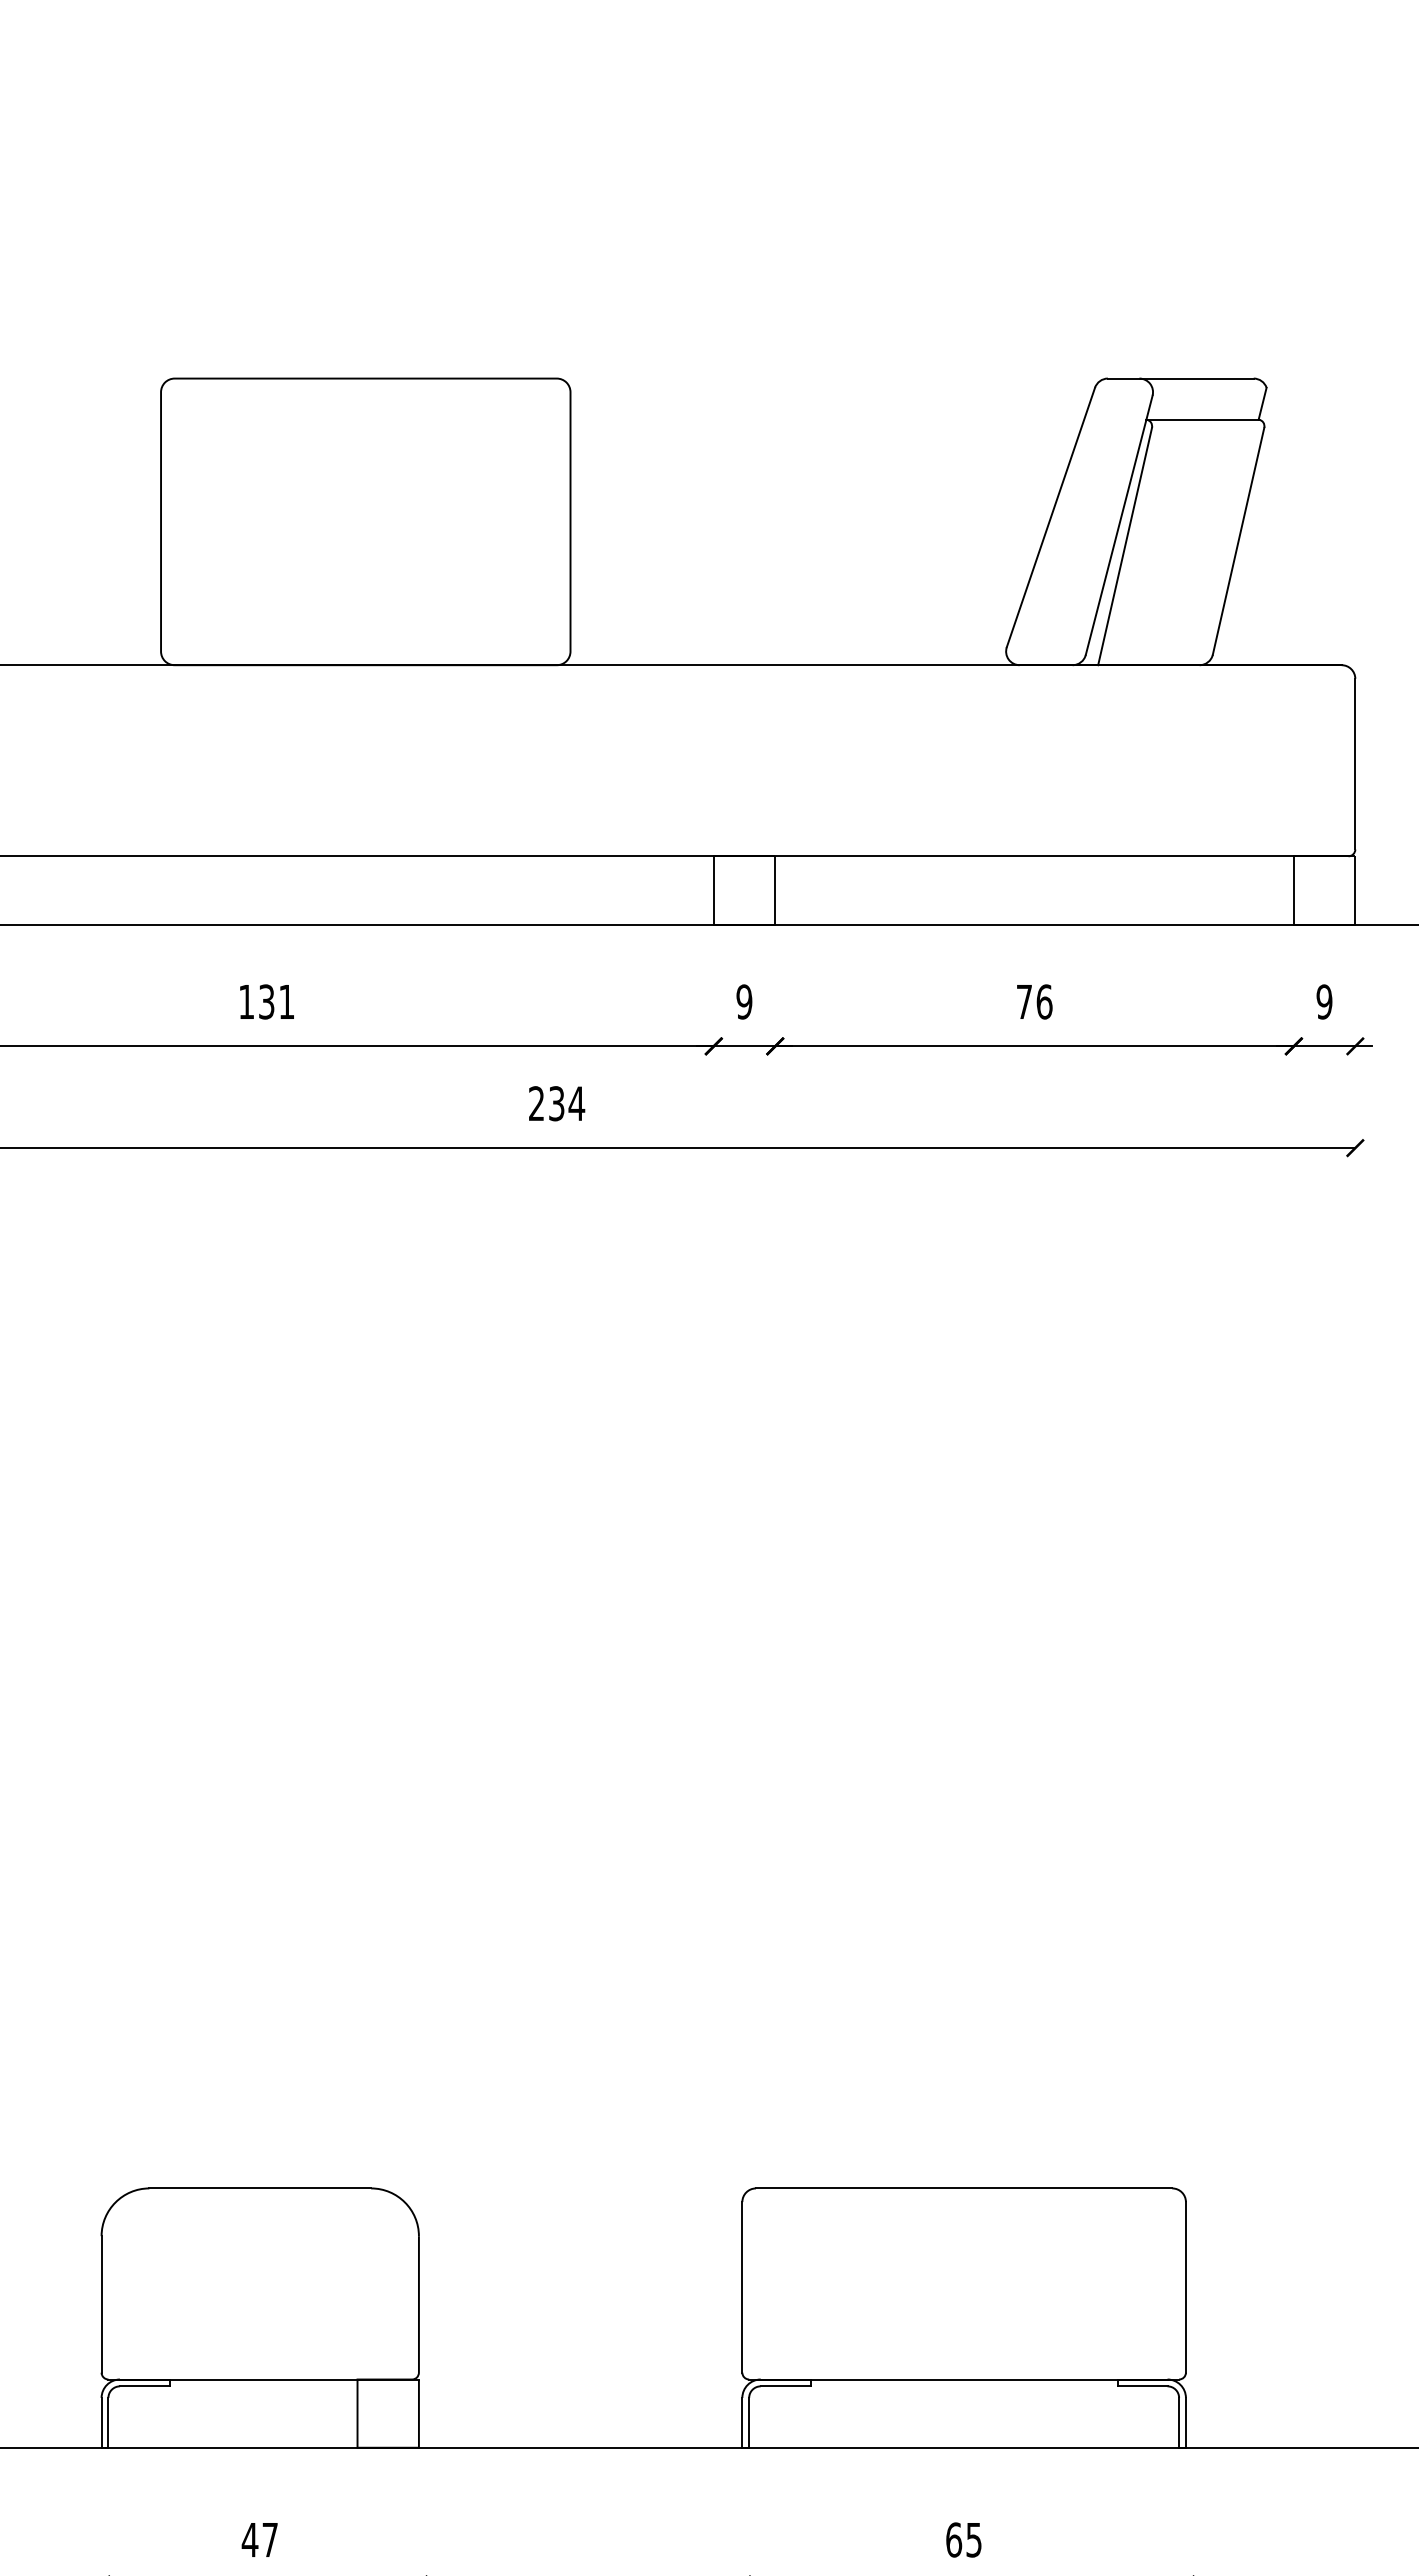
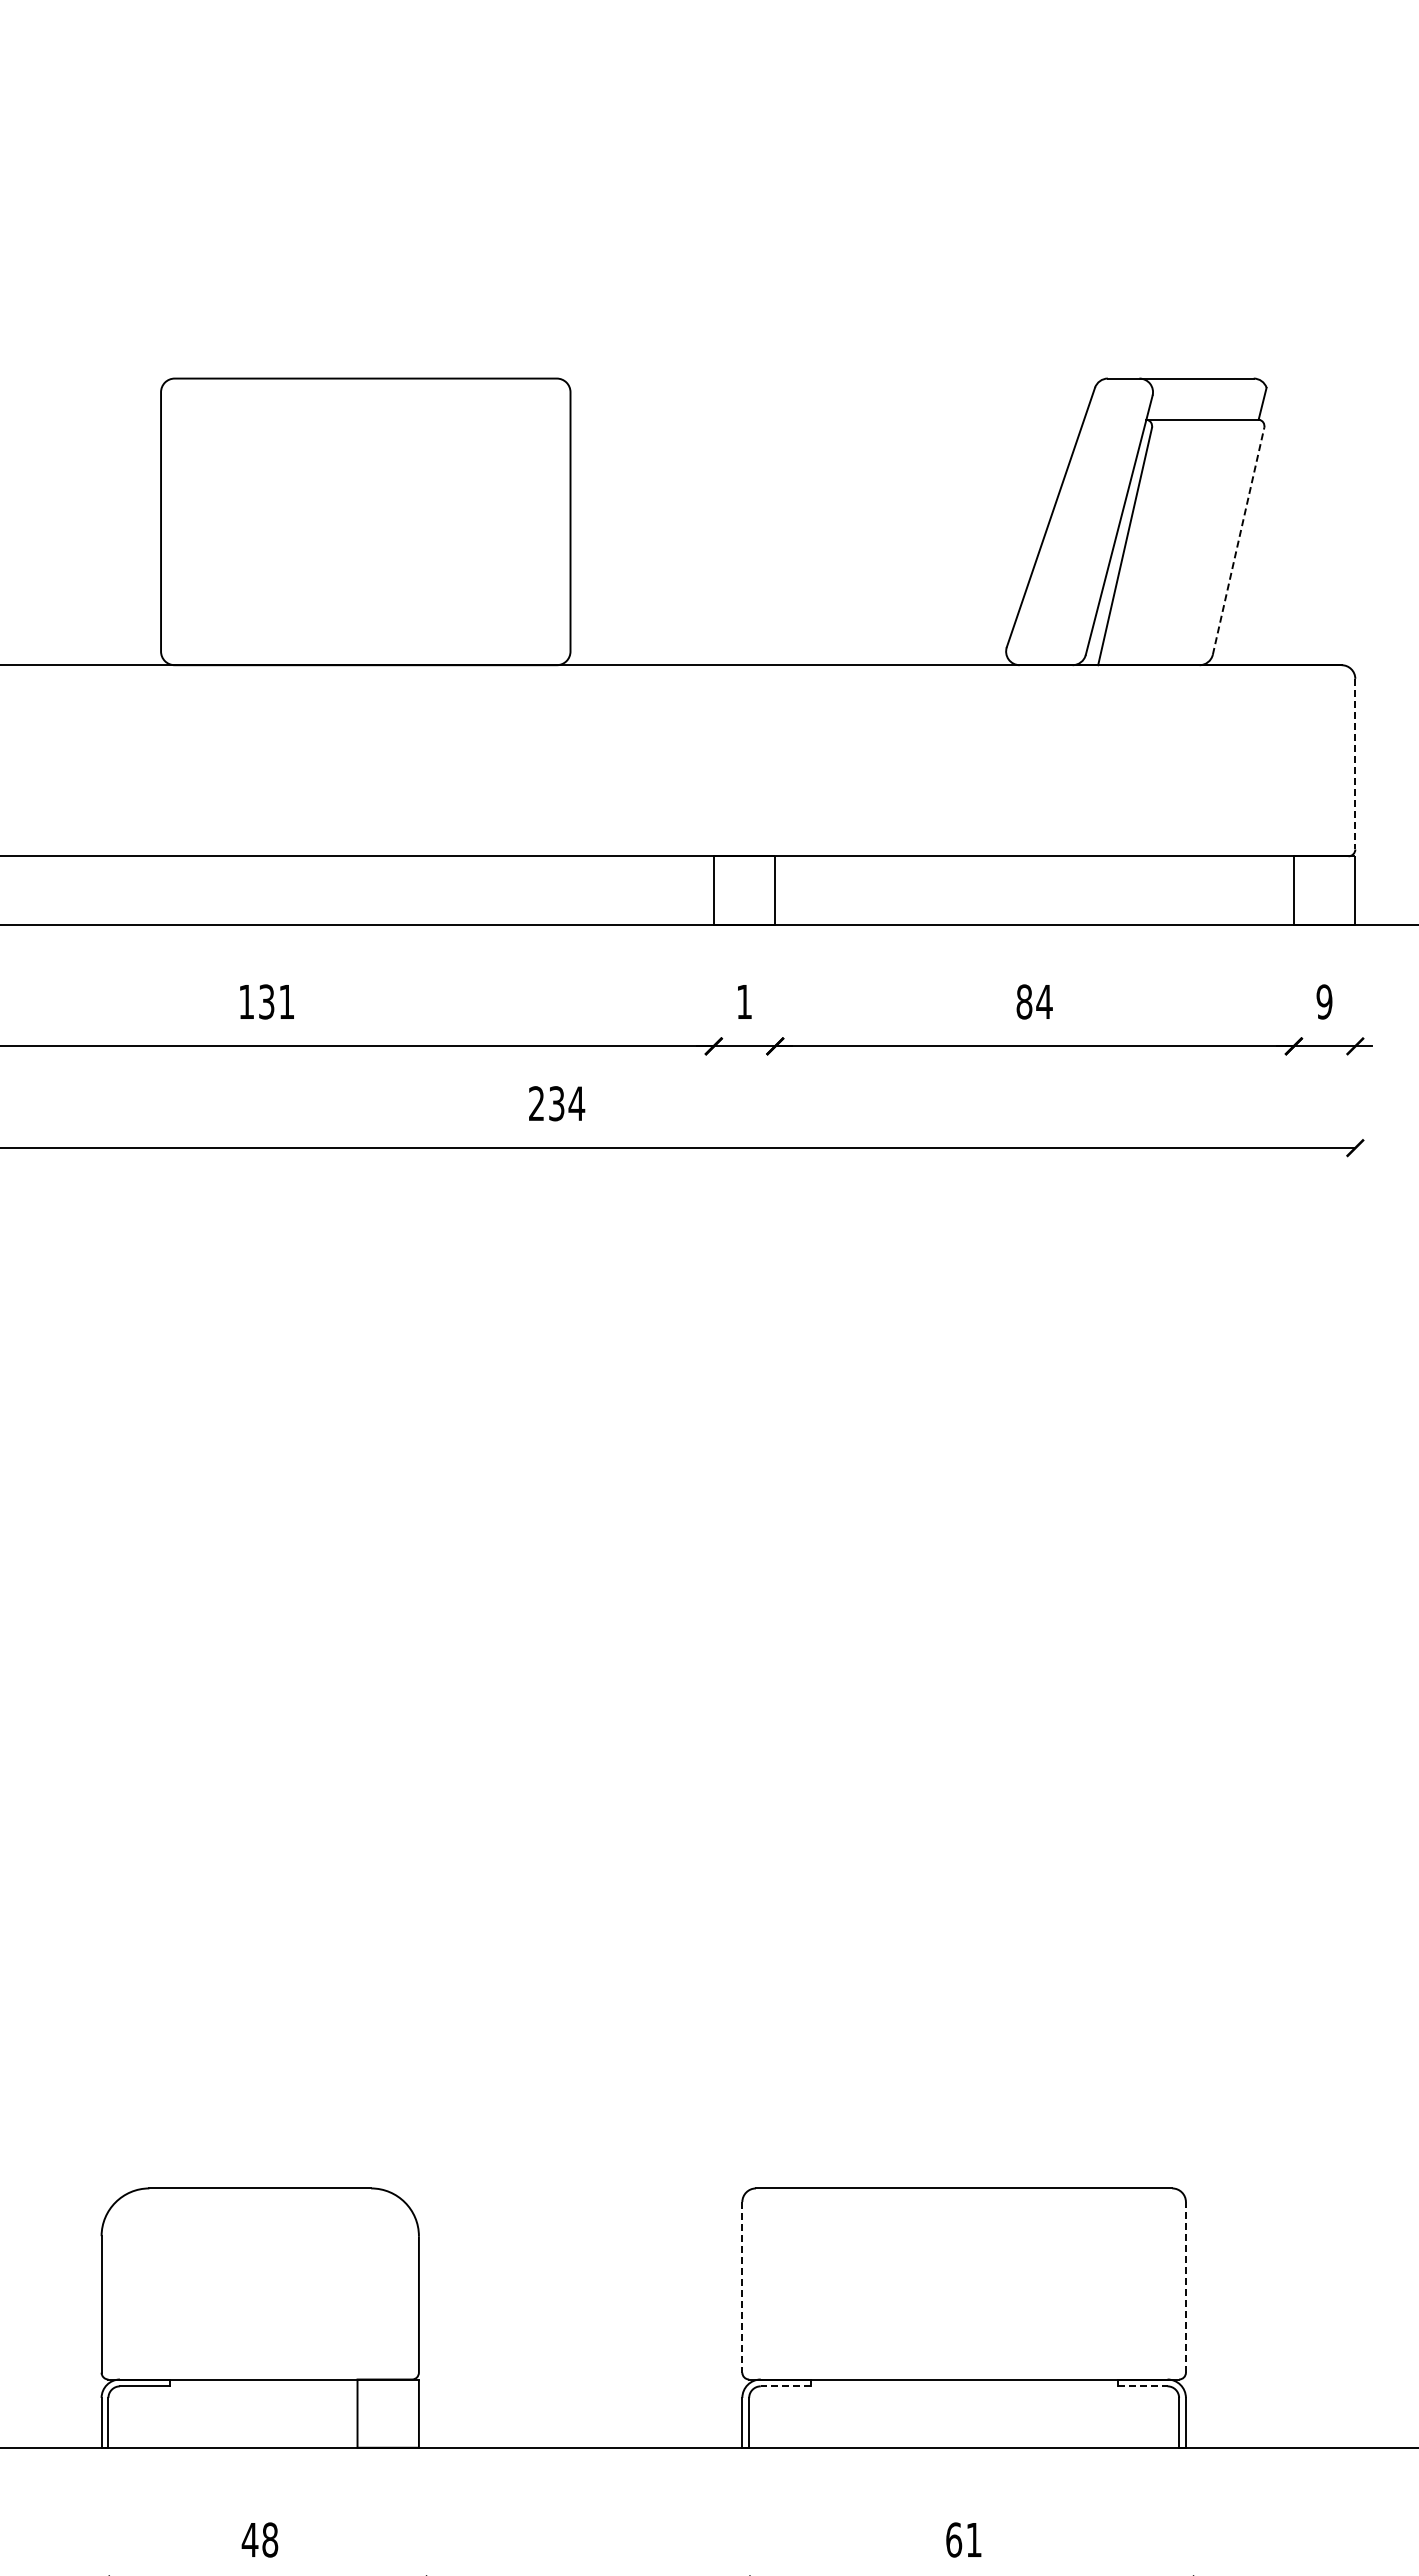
line at (1238, 540): solid -> dashed
line at (1355, 764): solid -> dashed
text at (744, 1001): 9 -> 1
text at (1034, 1001): 76 -> 84
line at (1185, 2286): solid -> dashed
line at (742, 2287): solid -> dashed
line at (785, 2386): solid -> dashed
line at (1142, 2386): solid -> dashed
text at (270, 2539): 47 -> 48
text at (973, 2540): 65 -> 61
